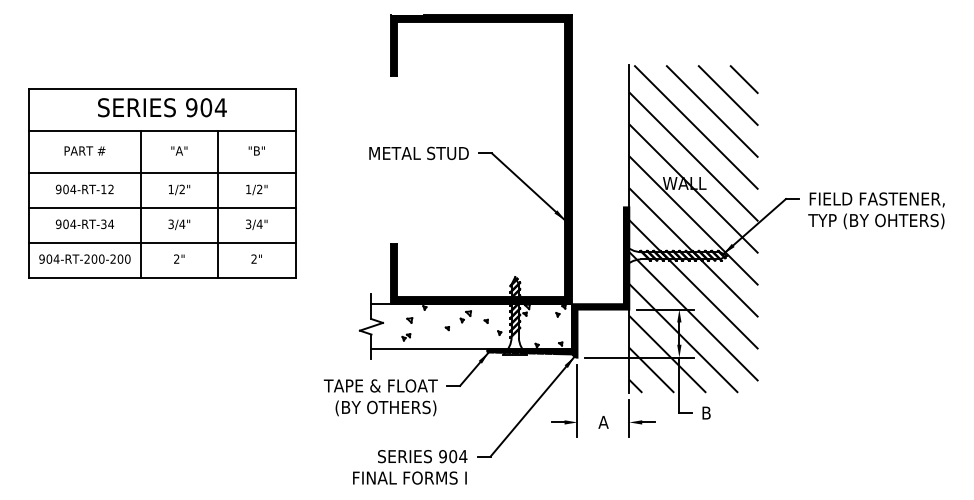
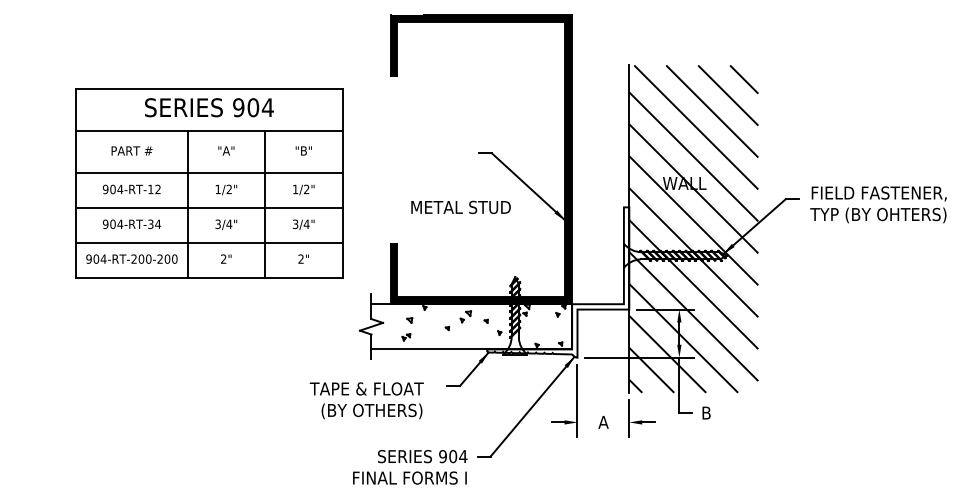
text at (418, 152) position: (418, 152) -> (460, 206)
part at (162, 183) position: (162, 183) -> (209, 183)
text at (876, 210) position: (876, 210) -> (878, 204)
fill at (558, 282): present -> none
text at (380, 397) position: (380, 397) -> (366, 400)
